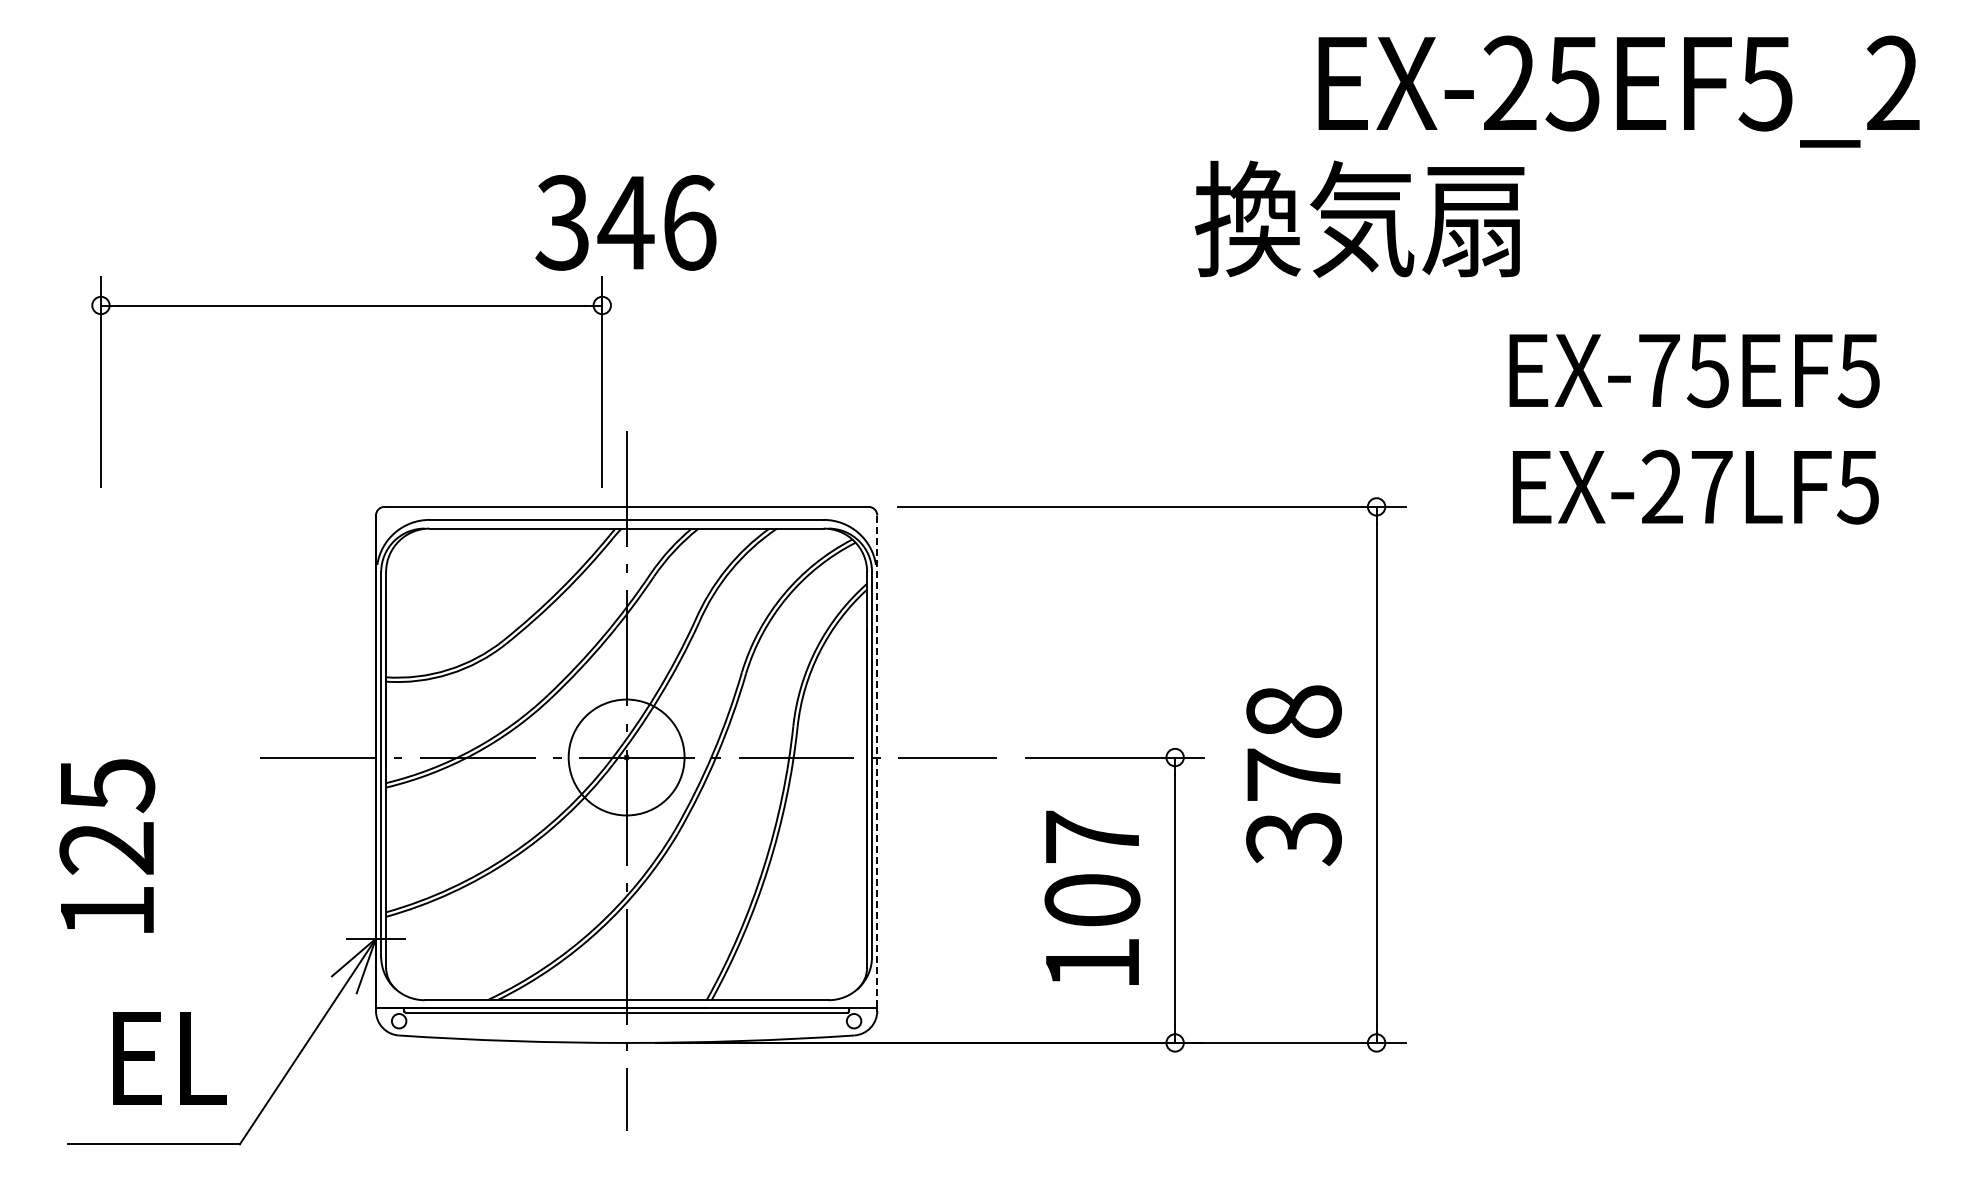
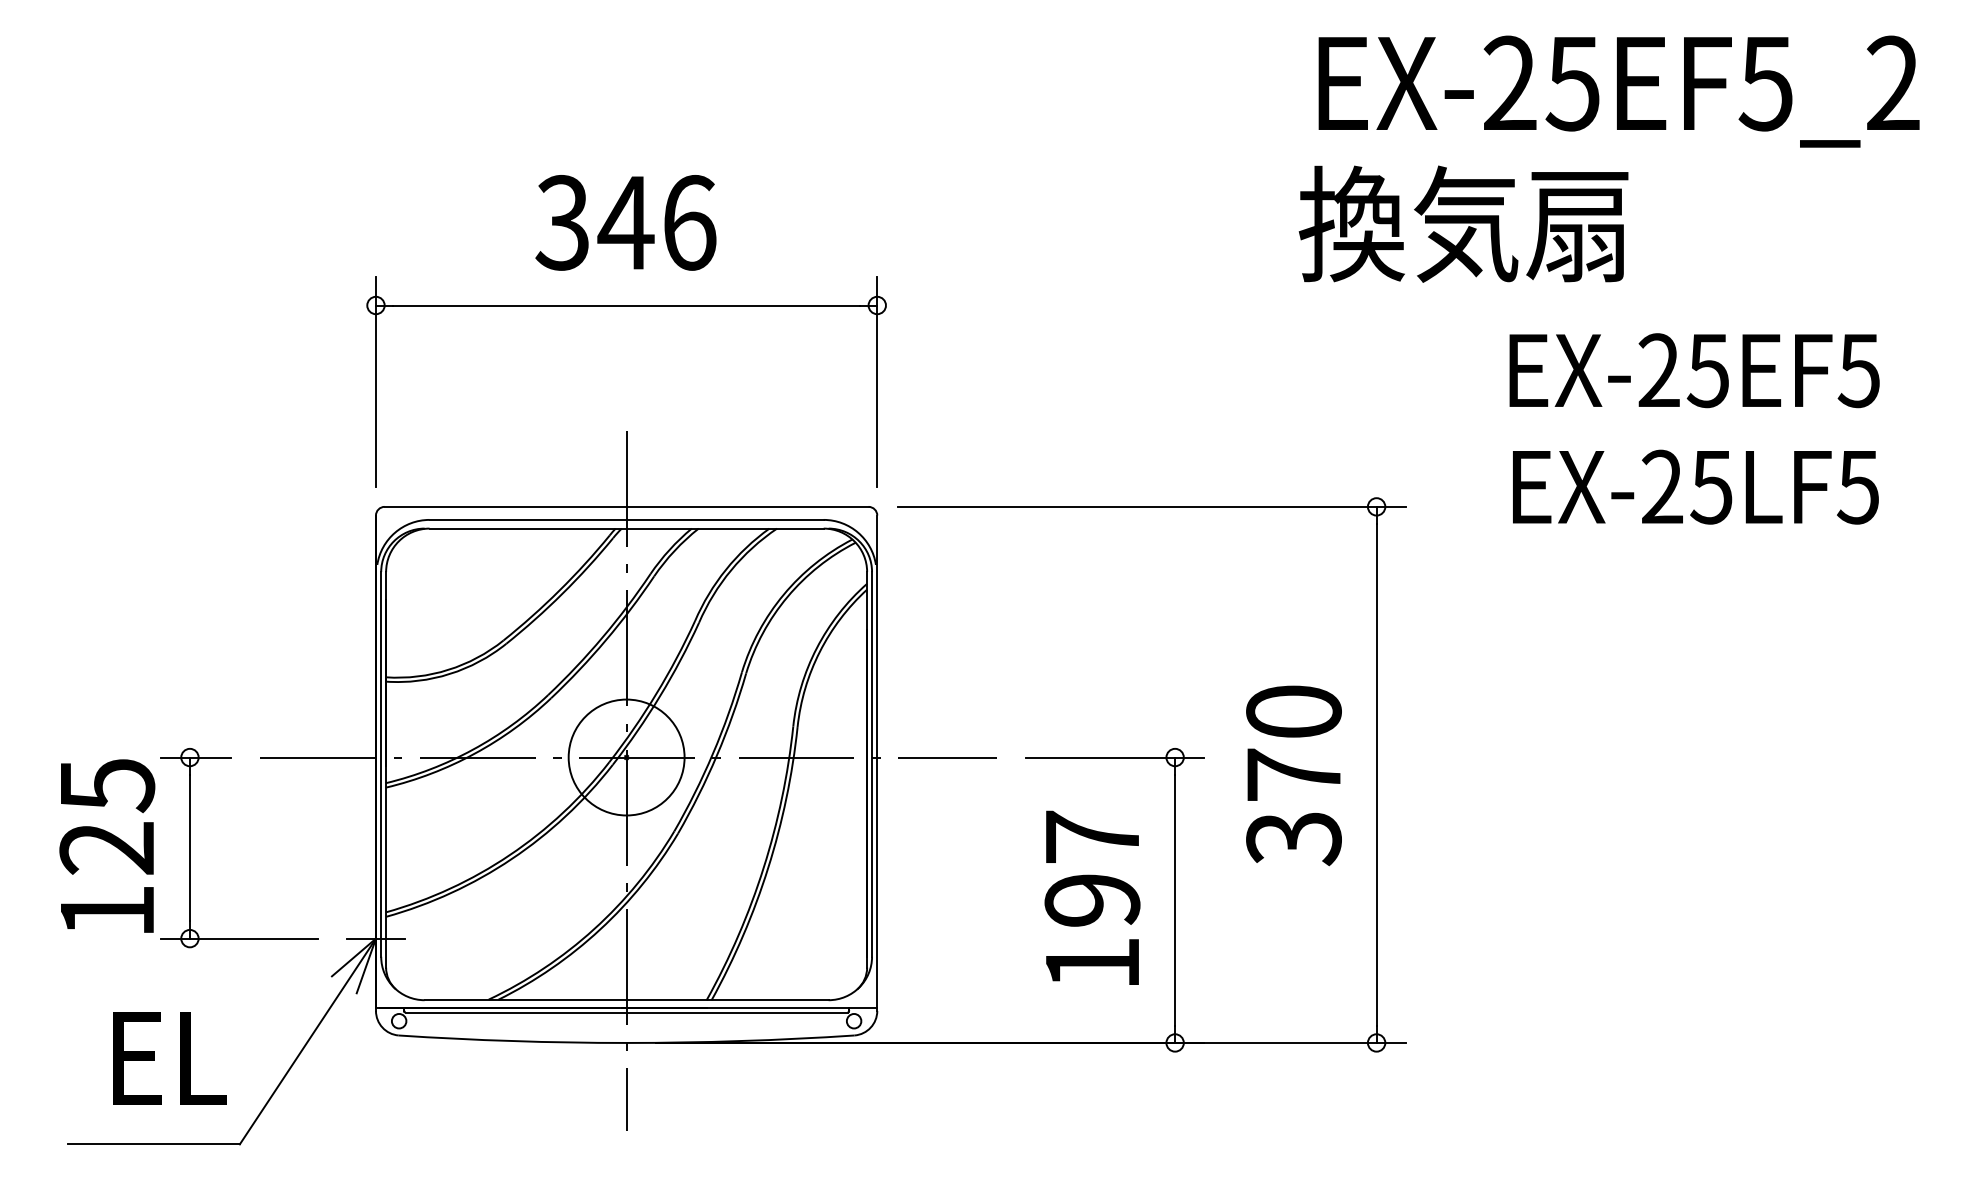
text at (1359, 218) position: (1359, 218) -> (1463, 223)
part at (351, 306) position: (351, 306) -> (626, 306)
text at (1658, 369): EX-75EF5 -> EX-25EF5
text at (1711, 487): EX-27LF5 -> EX-25LF5
text at (1293, 711): 378 -> 370
line at (877, 762): dashed -> solid
part at (190, 848): none -> present
text at (1092, 900): 107 -> 197
